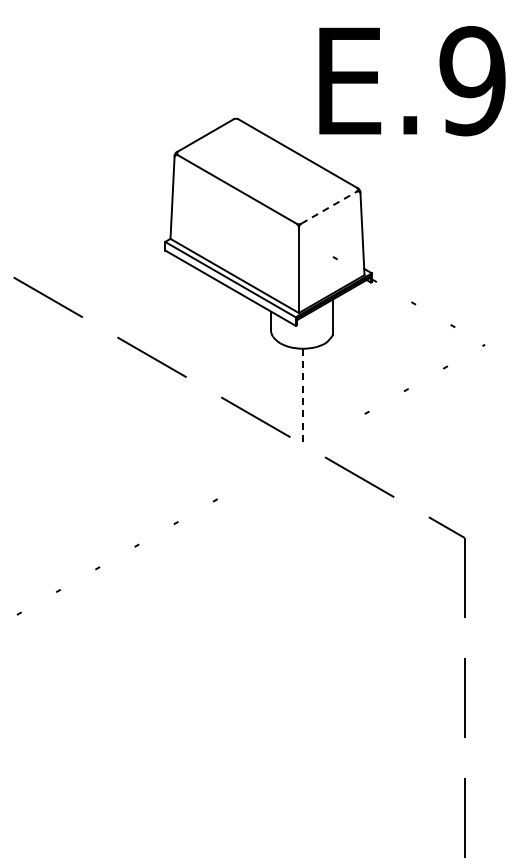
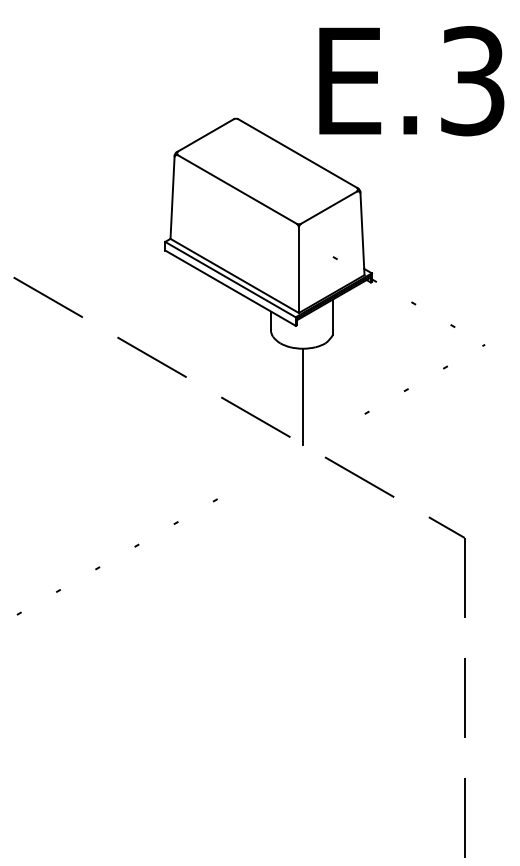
text at (472, 81): E.9 -> E.3
line at (329, 207): dashed -> solid
line at (302, 396): dashed -> solid
